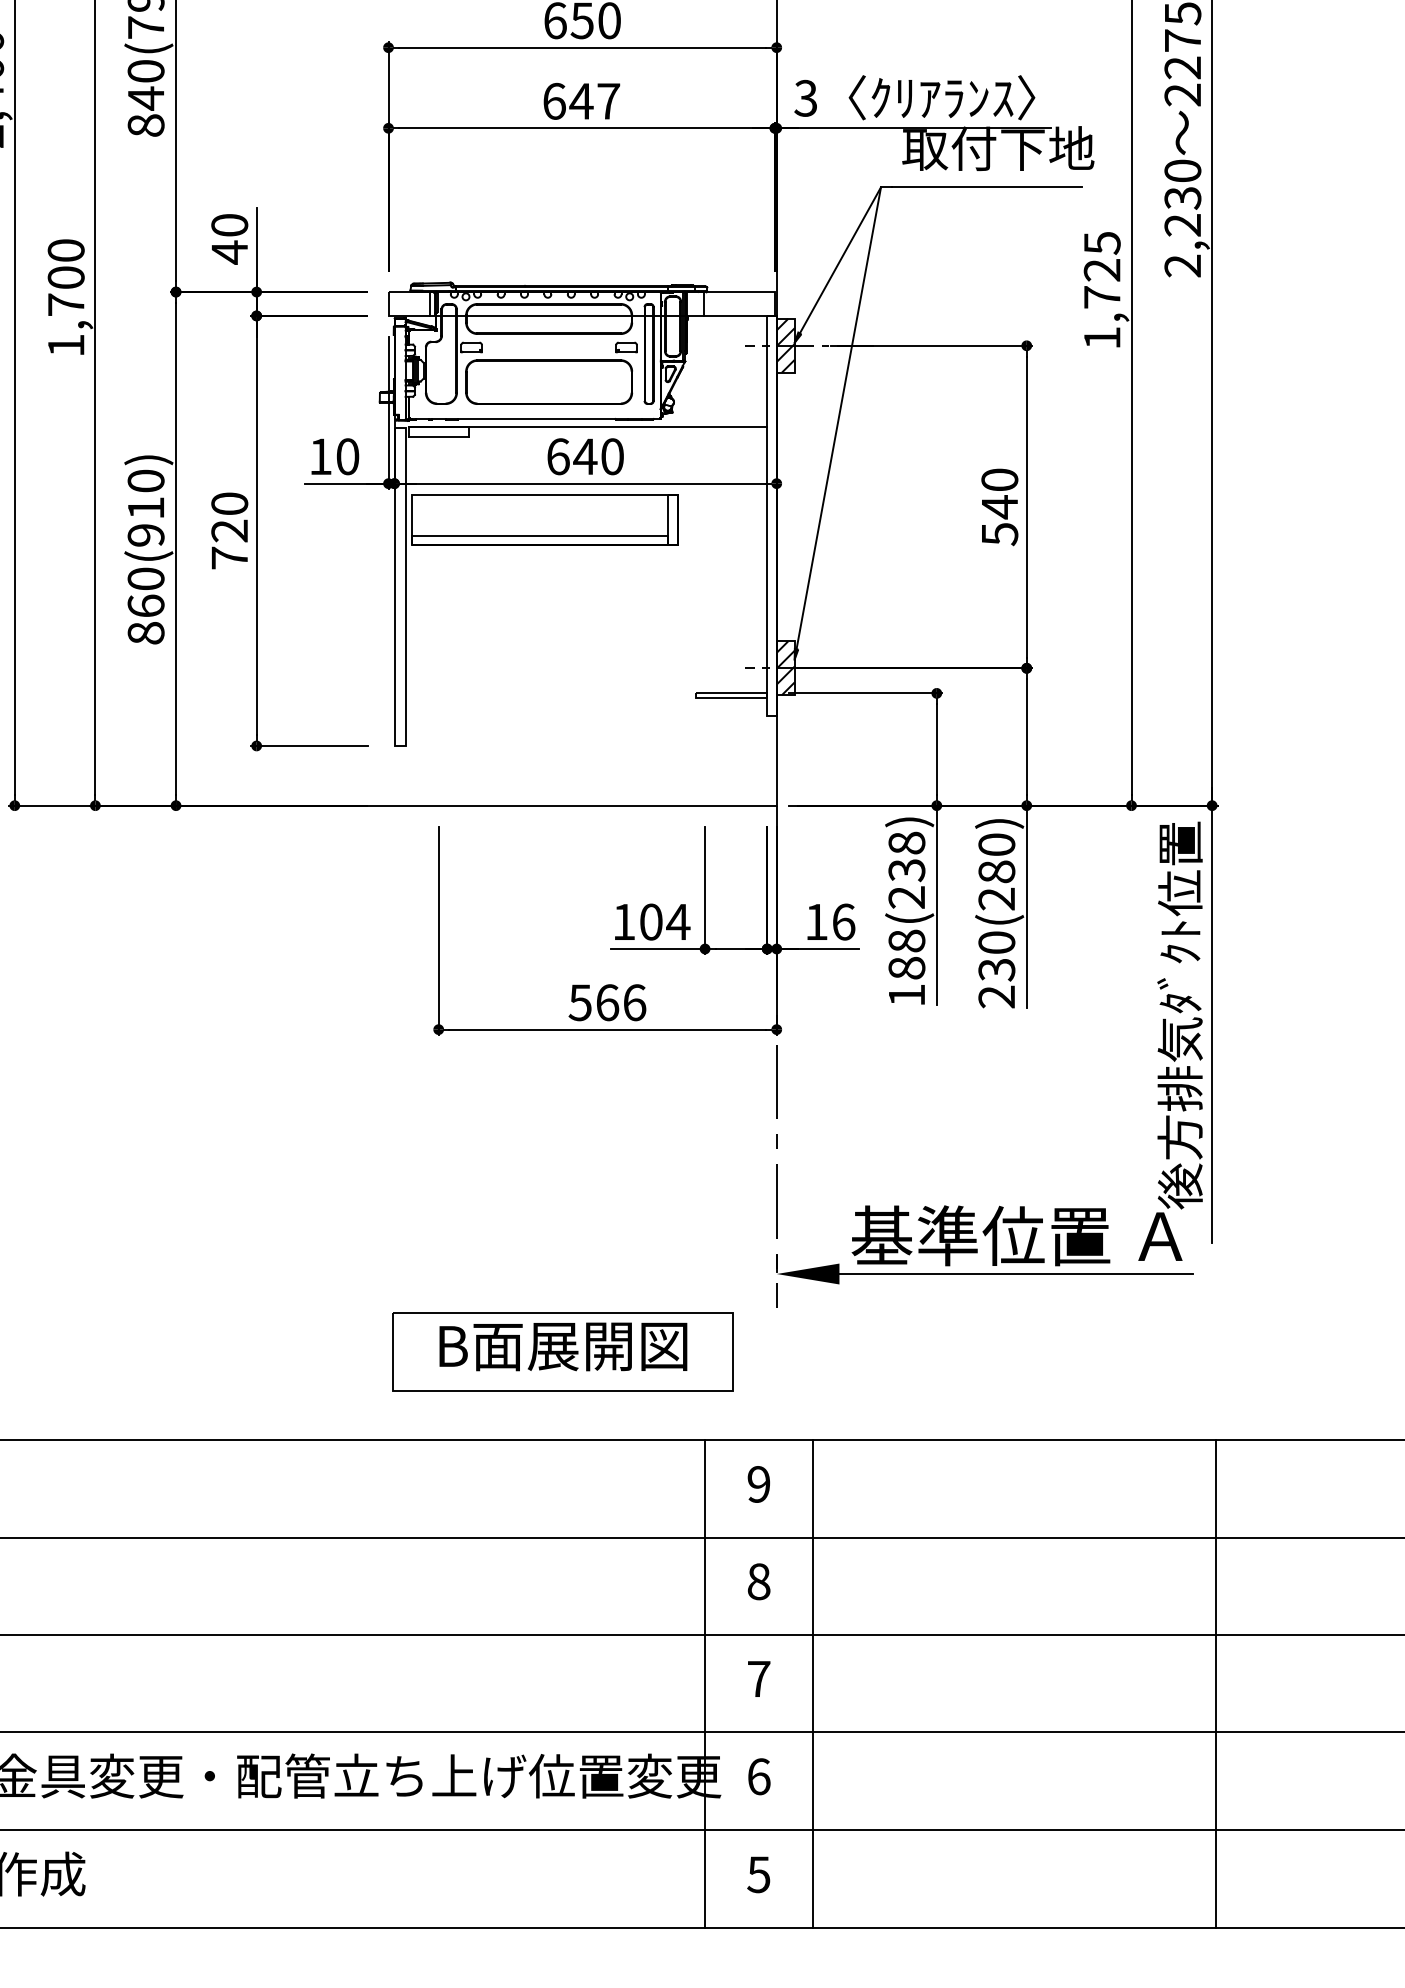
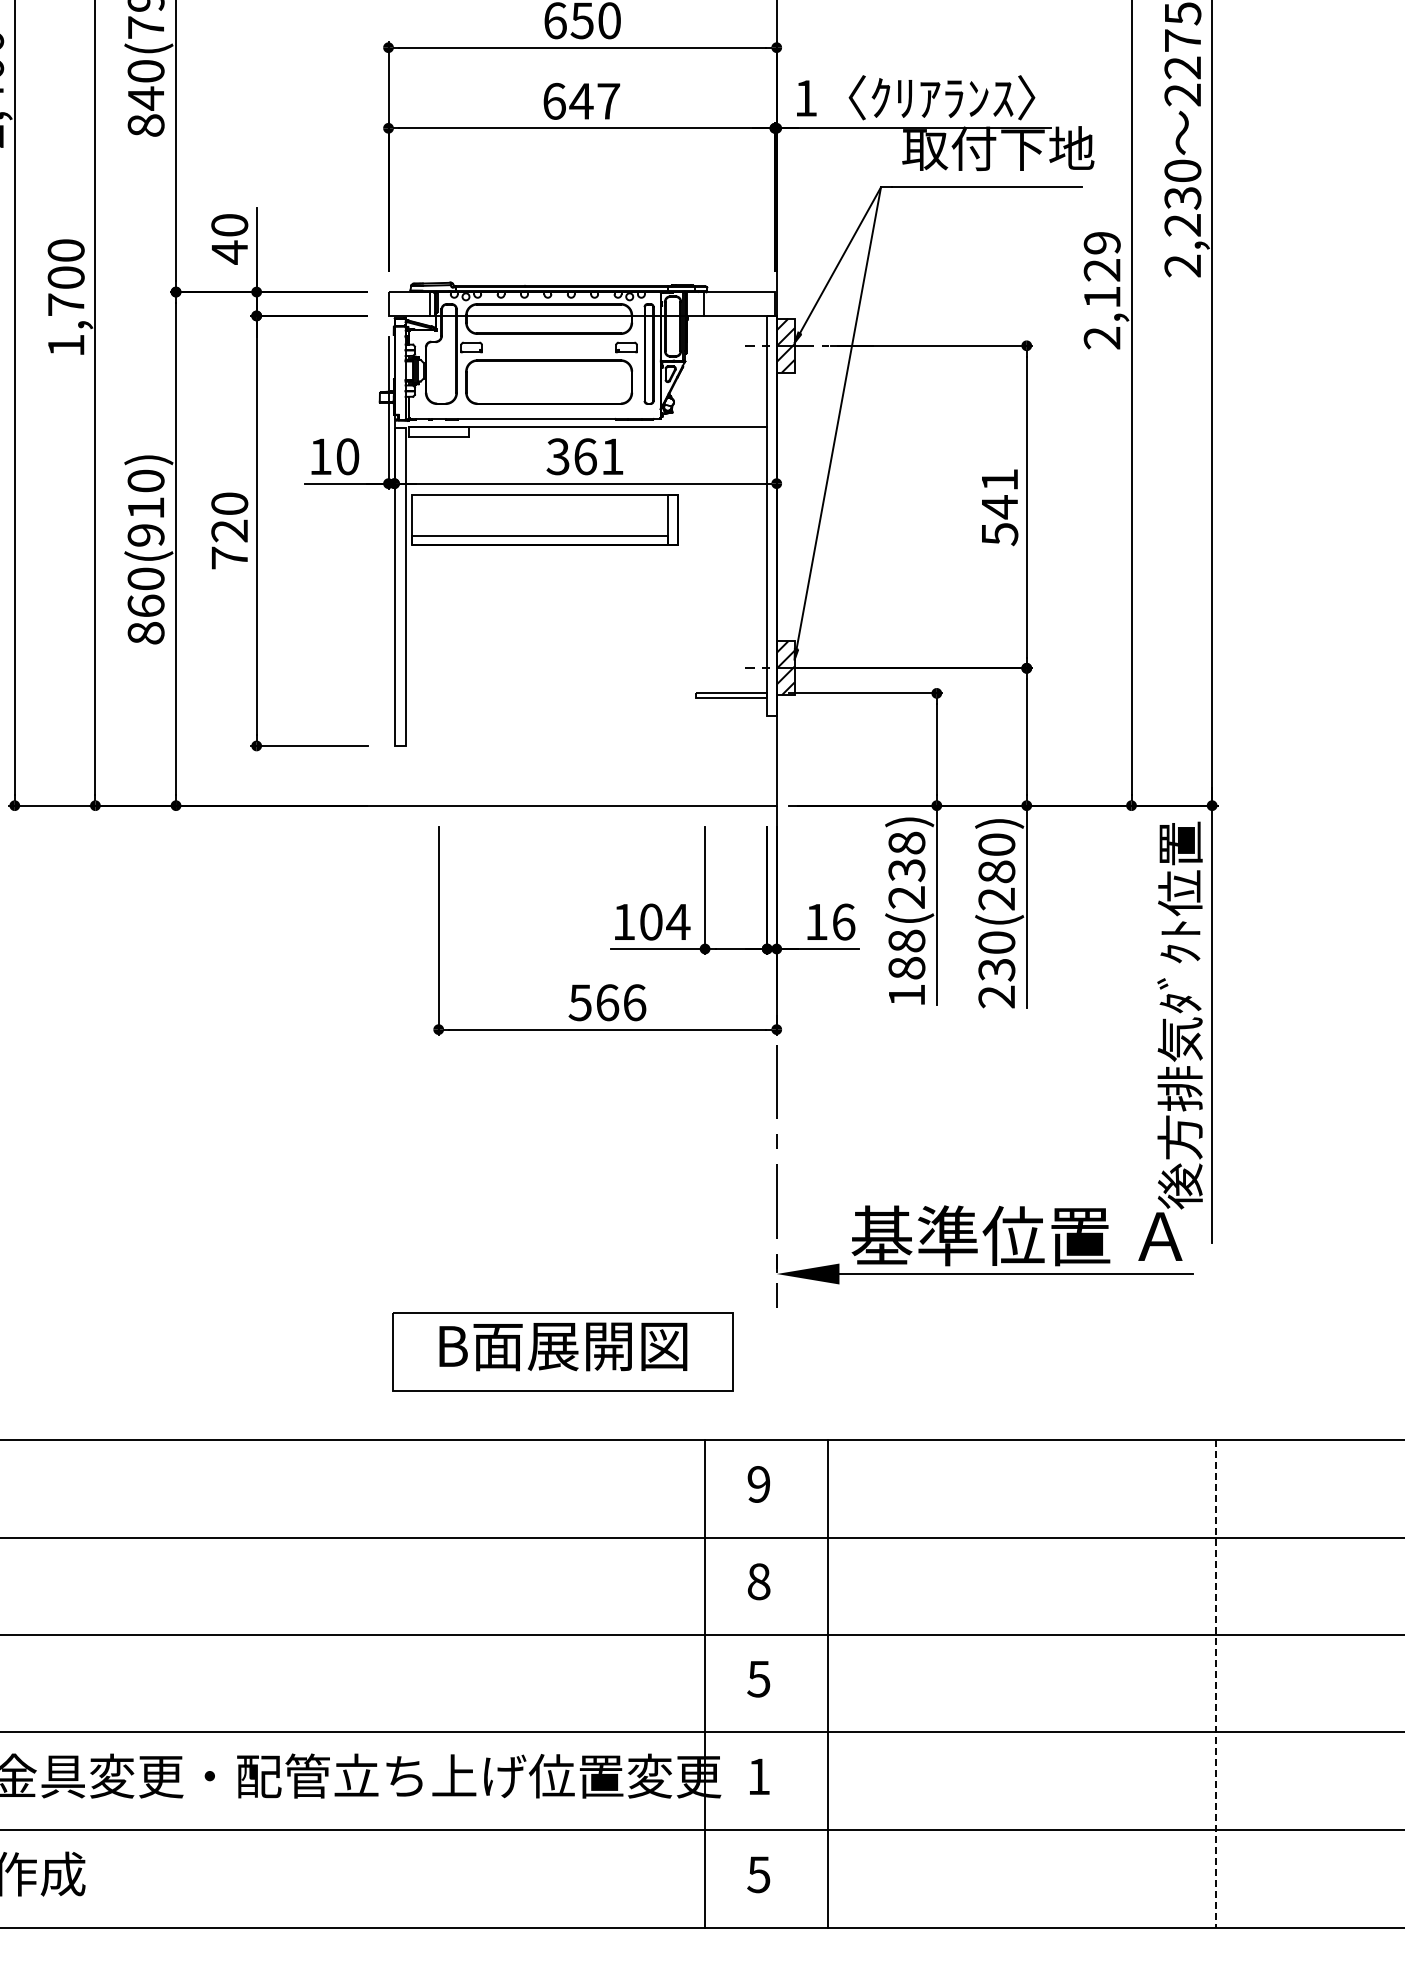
text at (805, 97): 3 -> 1
text at (1101, 290): 1,725 -> 2,129
text at (584, 456): 640 -> 361
text at (999, 479): 540 -> 541
text at (758, 1679): 7 -> 5
line at (813, 1684) position: (813, 1684) -> (828, 1684)
line at (1216, 1684): solid -> dashed
text at (759, 1776): 6 -> 1
